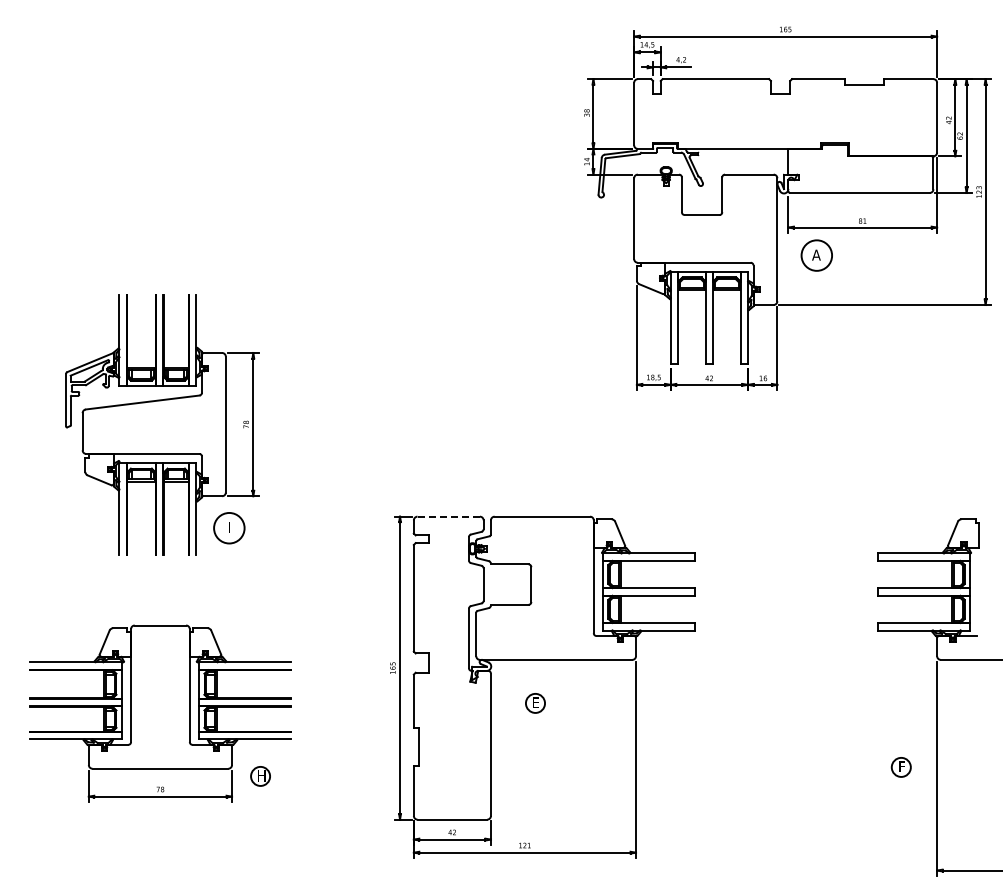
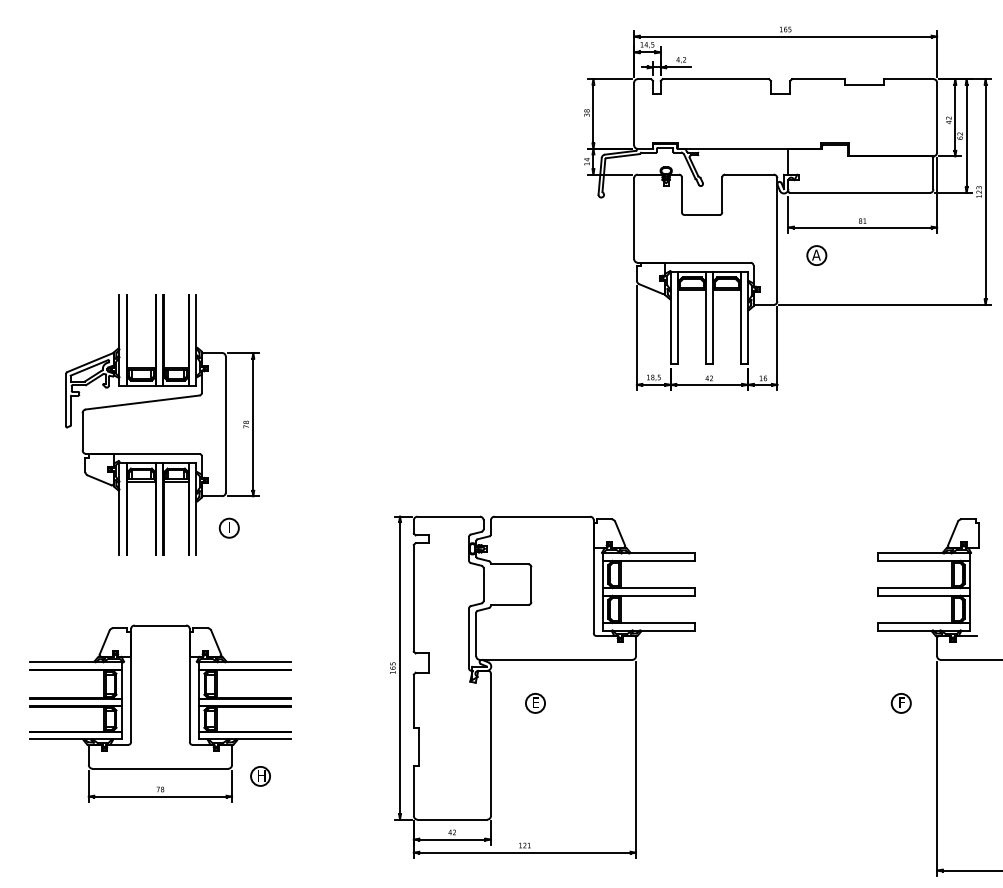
circle at (816, 255) diameter: 31 px -> 19 px
line at (449, 516): dashed -> solid
circle at (229, 527) diameter: 31 px -> 19 px
part at (900, 767) position: (900, 767) -> (900, 703)
